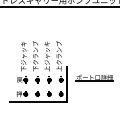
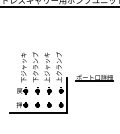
part at (38, 71) position: (38, 71) -> (38, 82)
